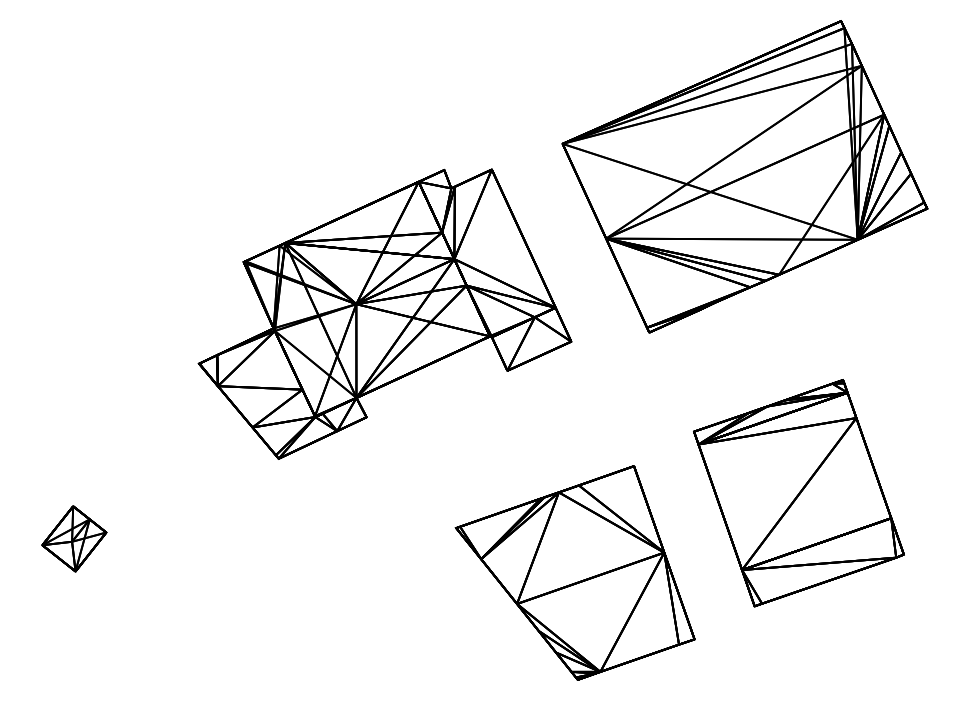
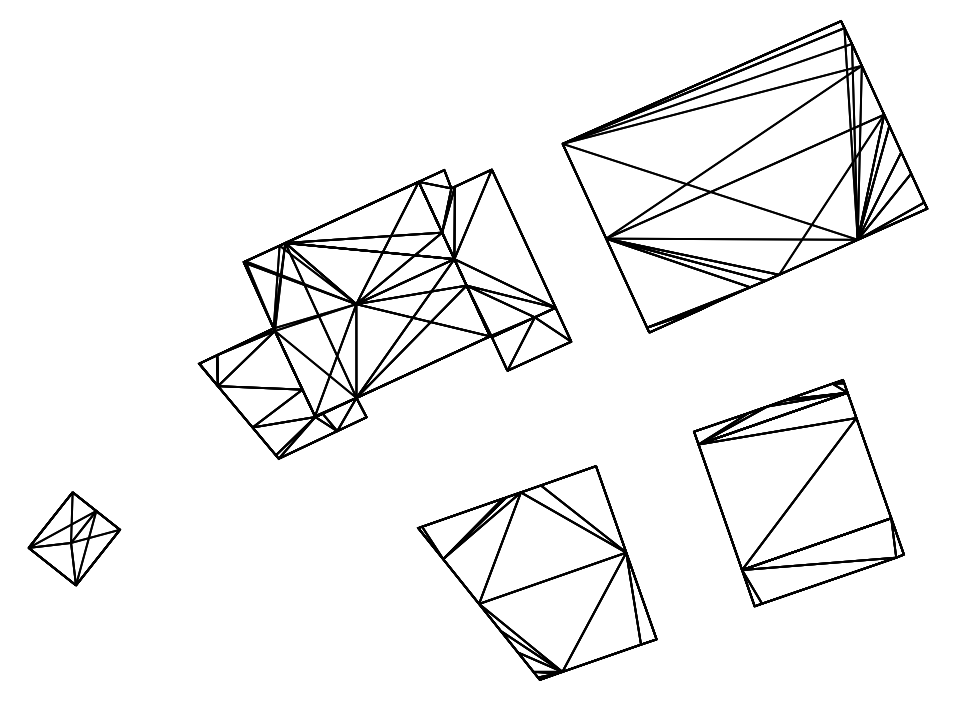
part at (74, 538) size: 67x68 px -> 95x96 px
part at (574, 572) position: (574, 572) -> (536, 572)
